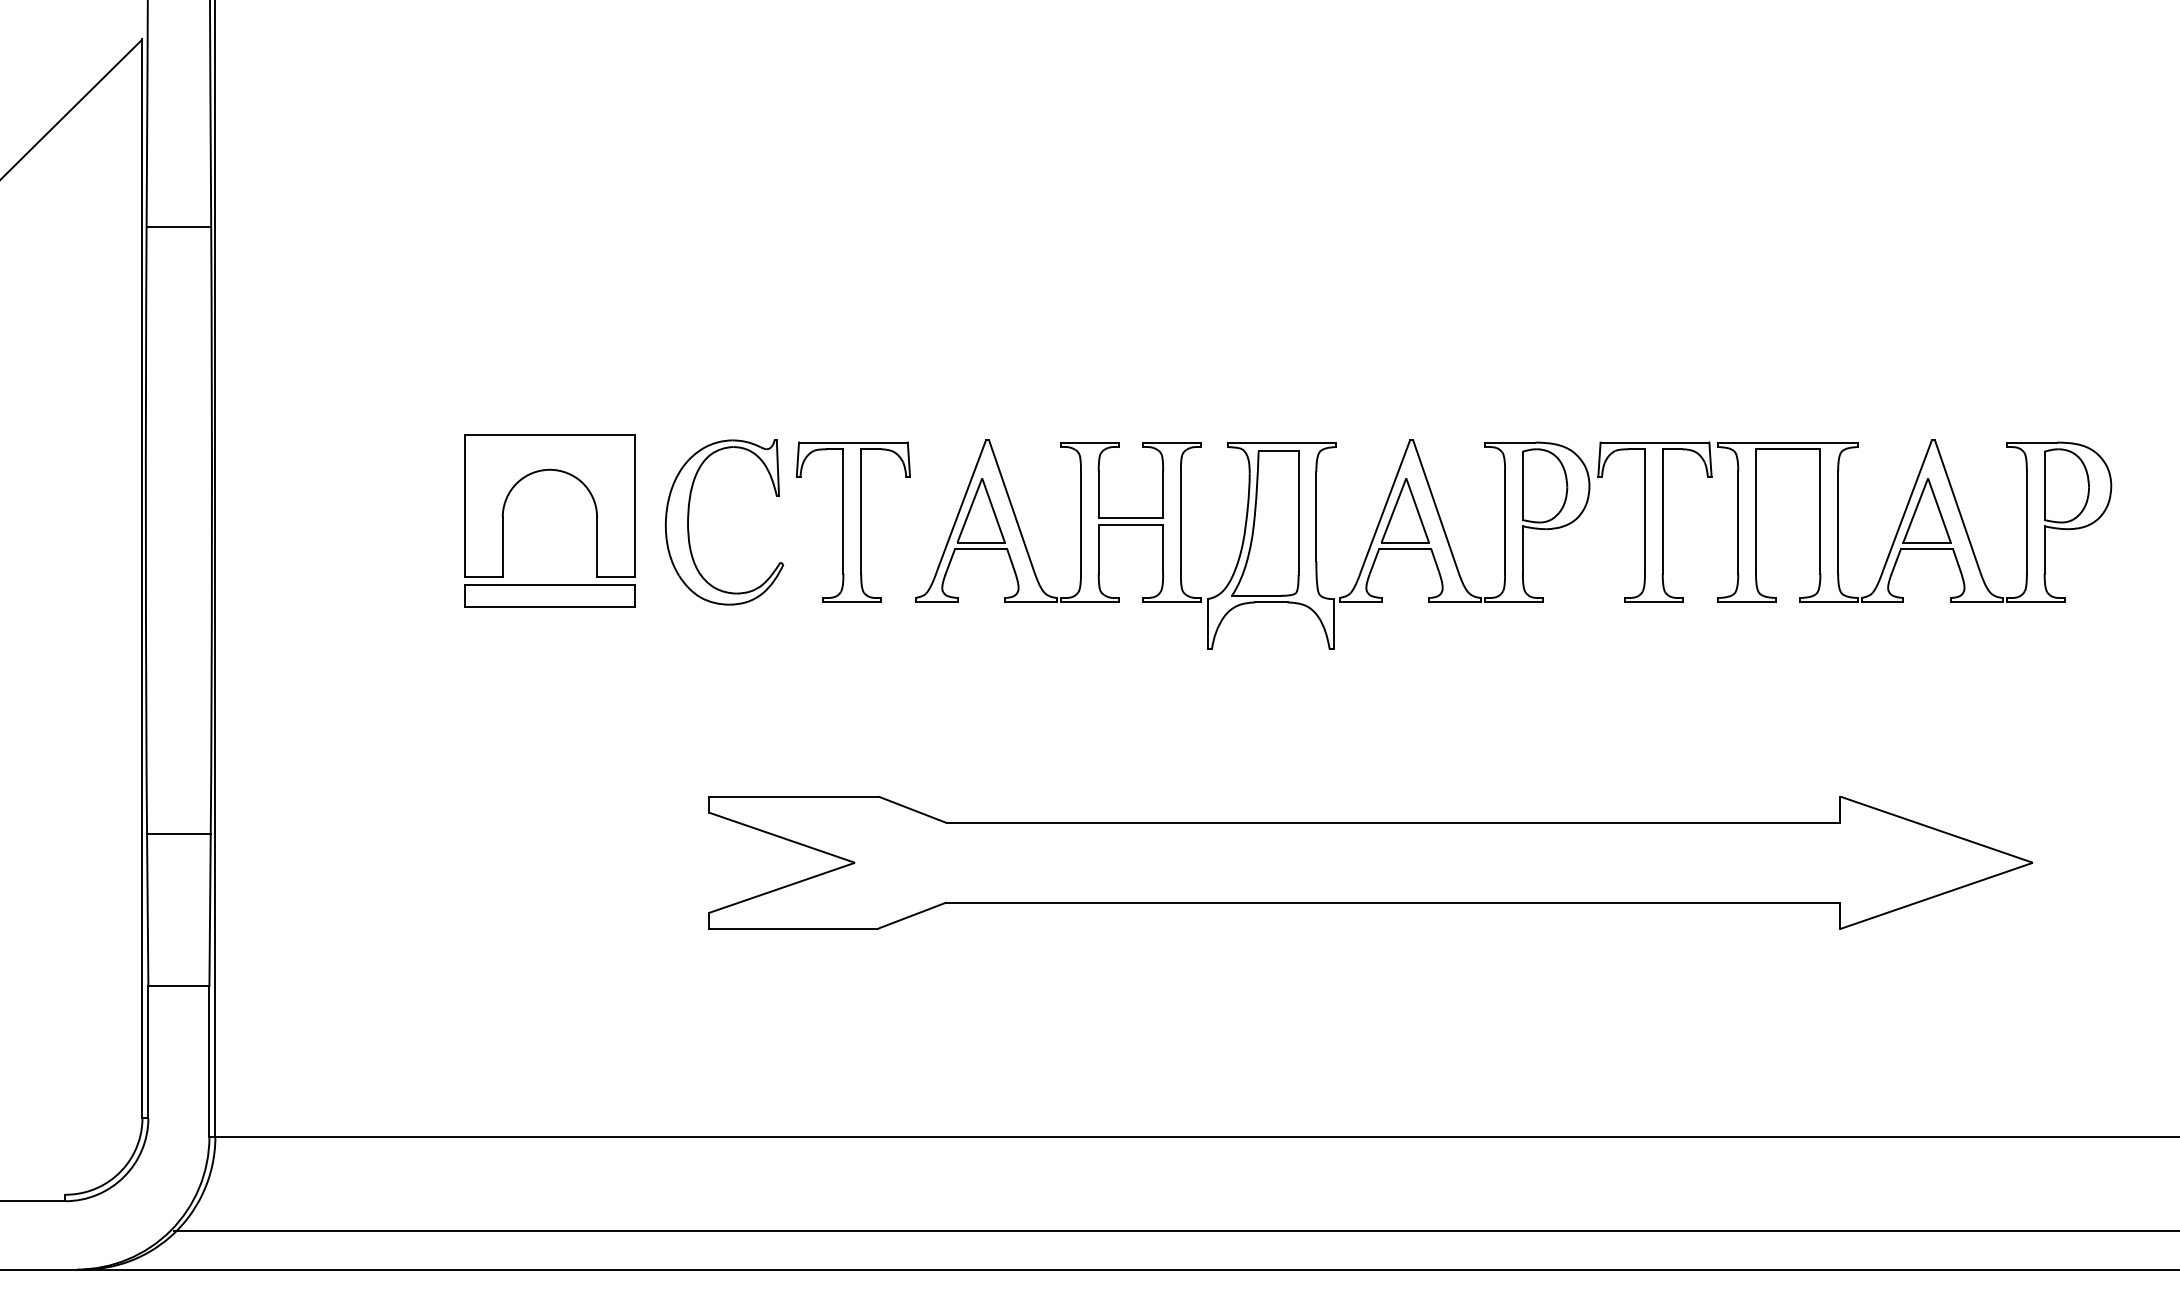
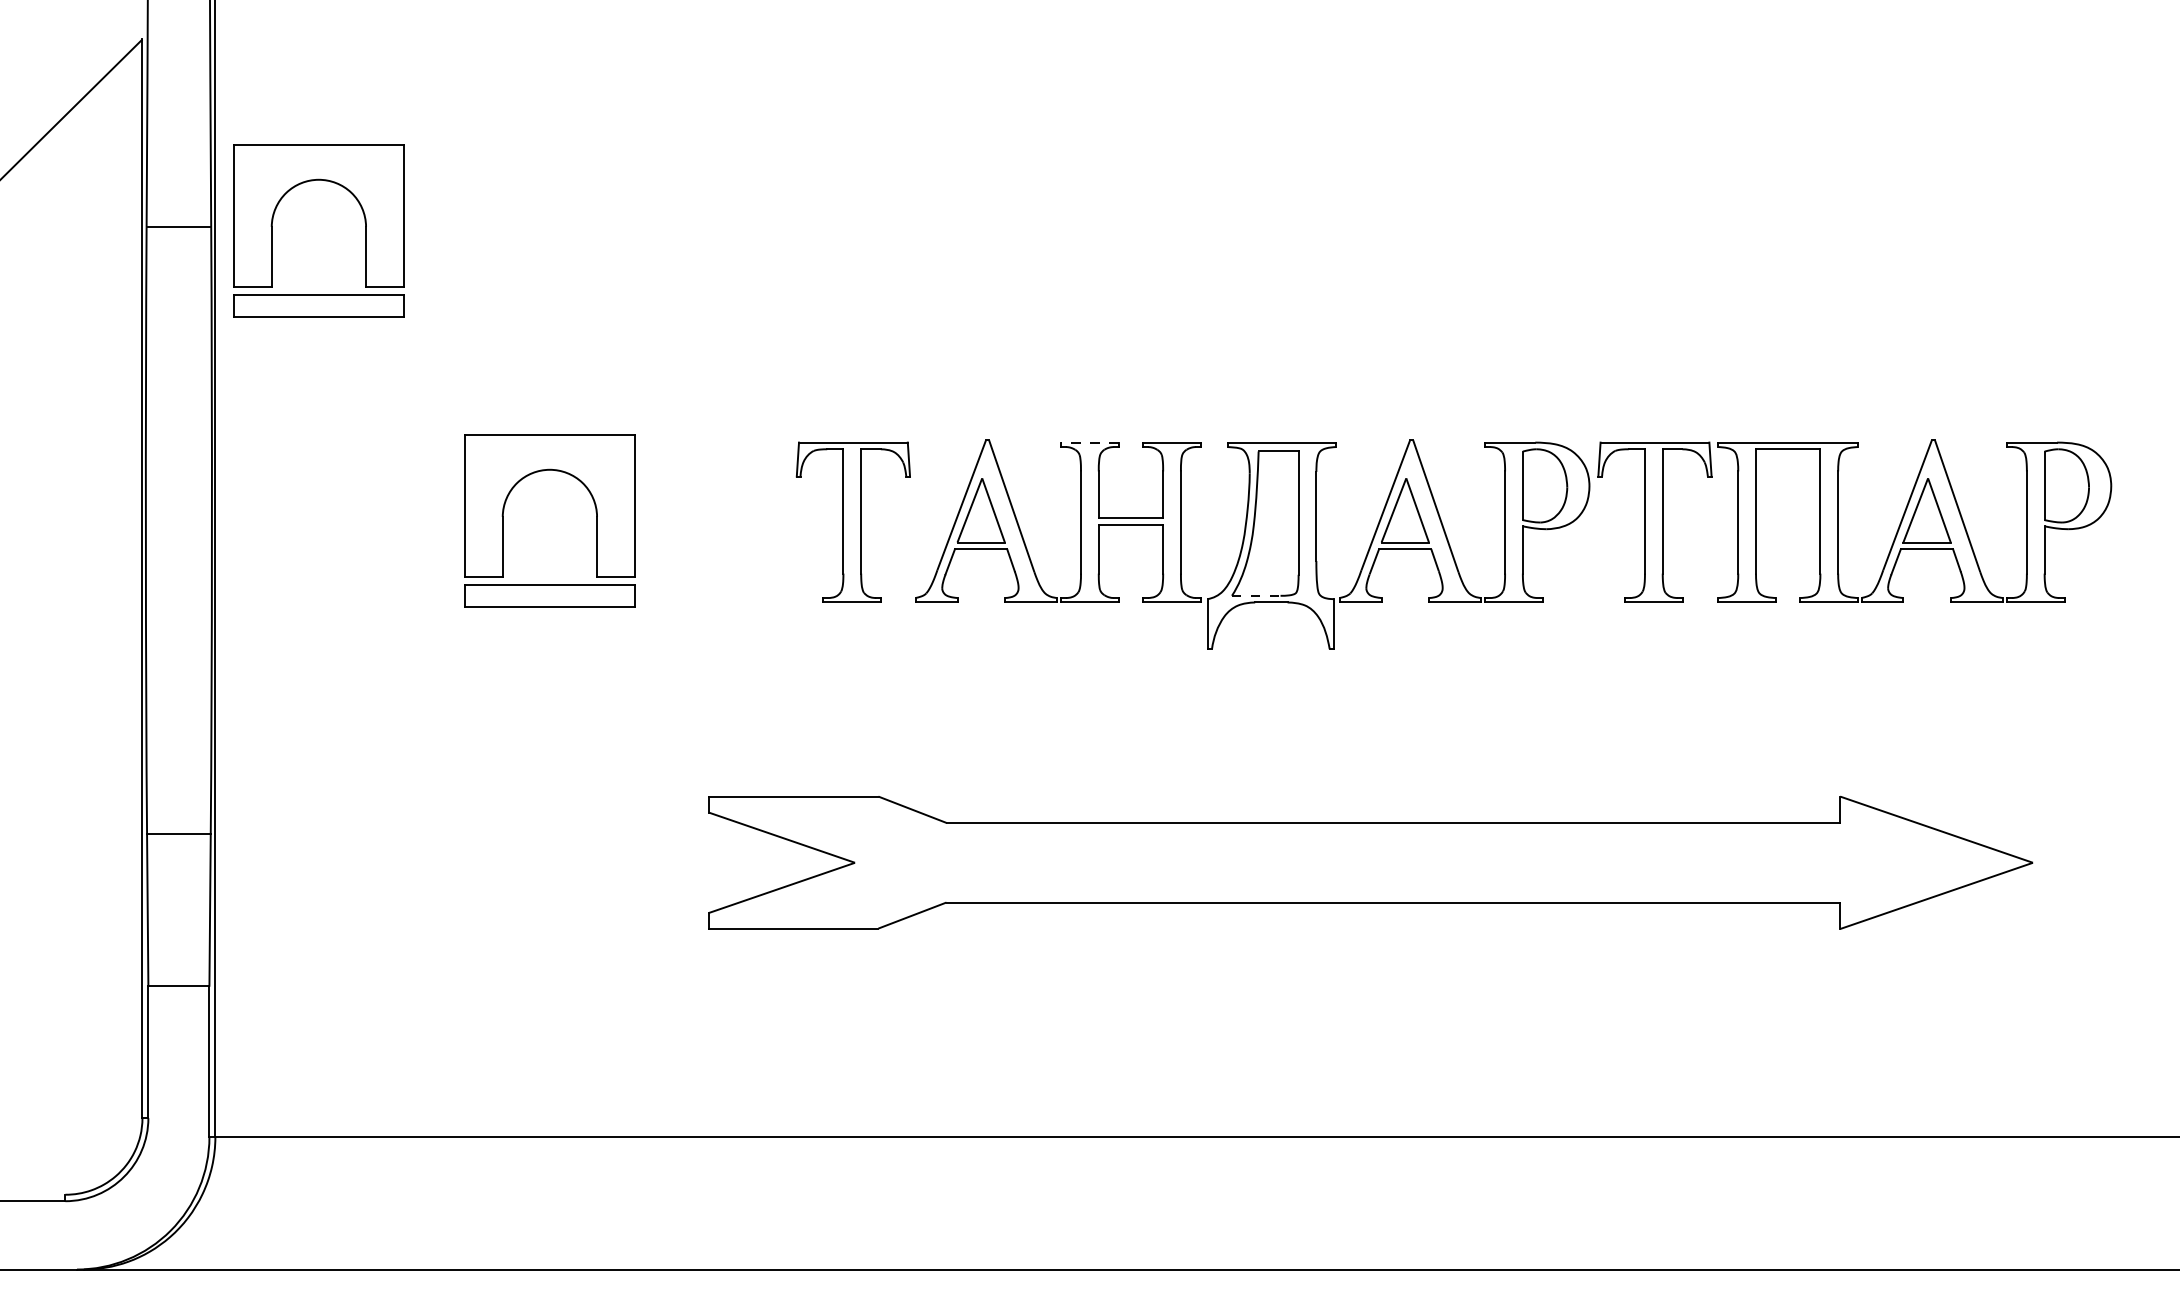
part at (272, 230): none -> present
line at (1089, 442): solid -> dashed
part at (689, 516): present -> none
line at (1256, 595): solid -> dashed
line at (1175, 1231): present -> none
